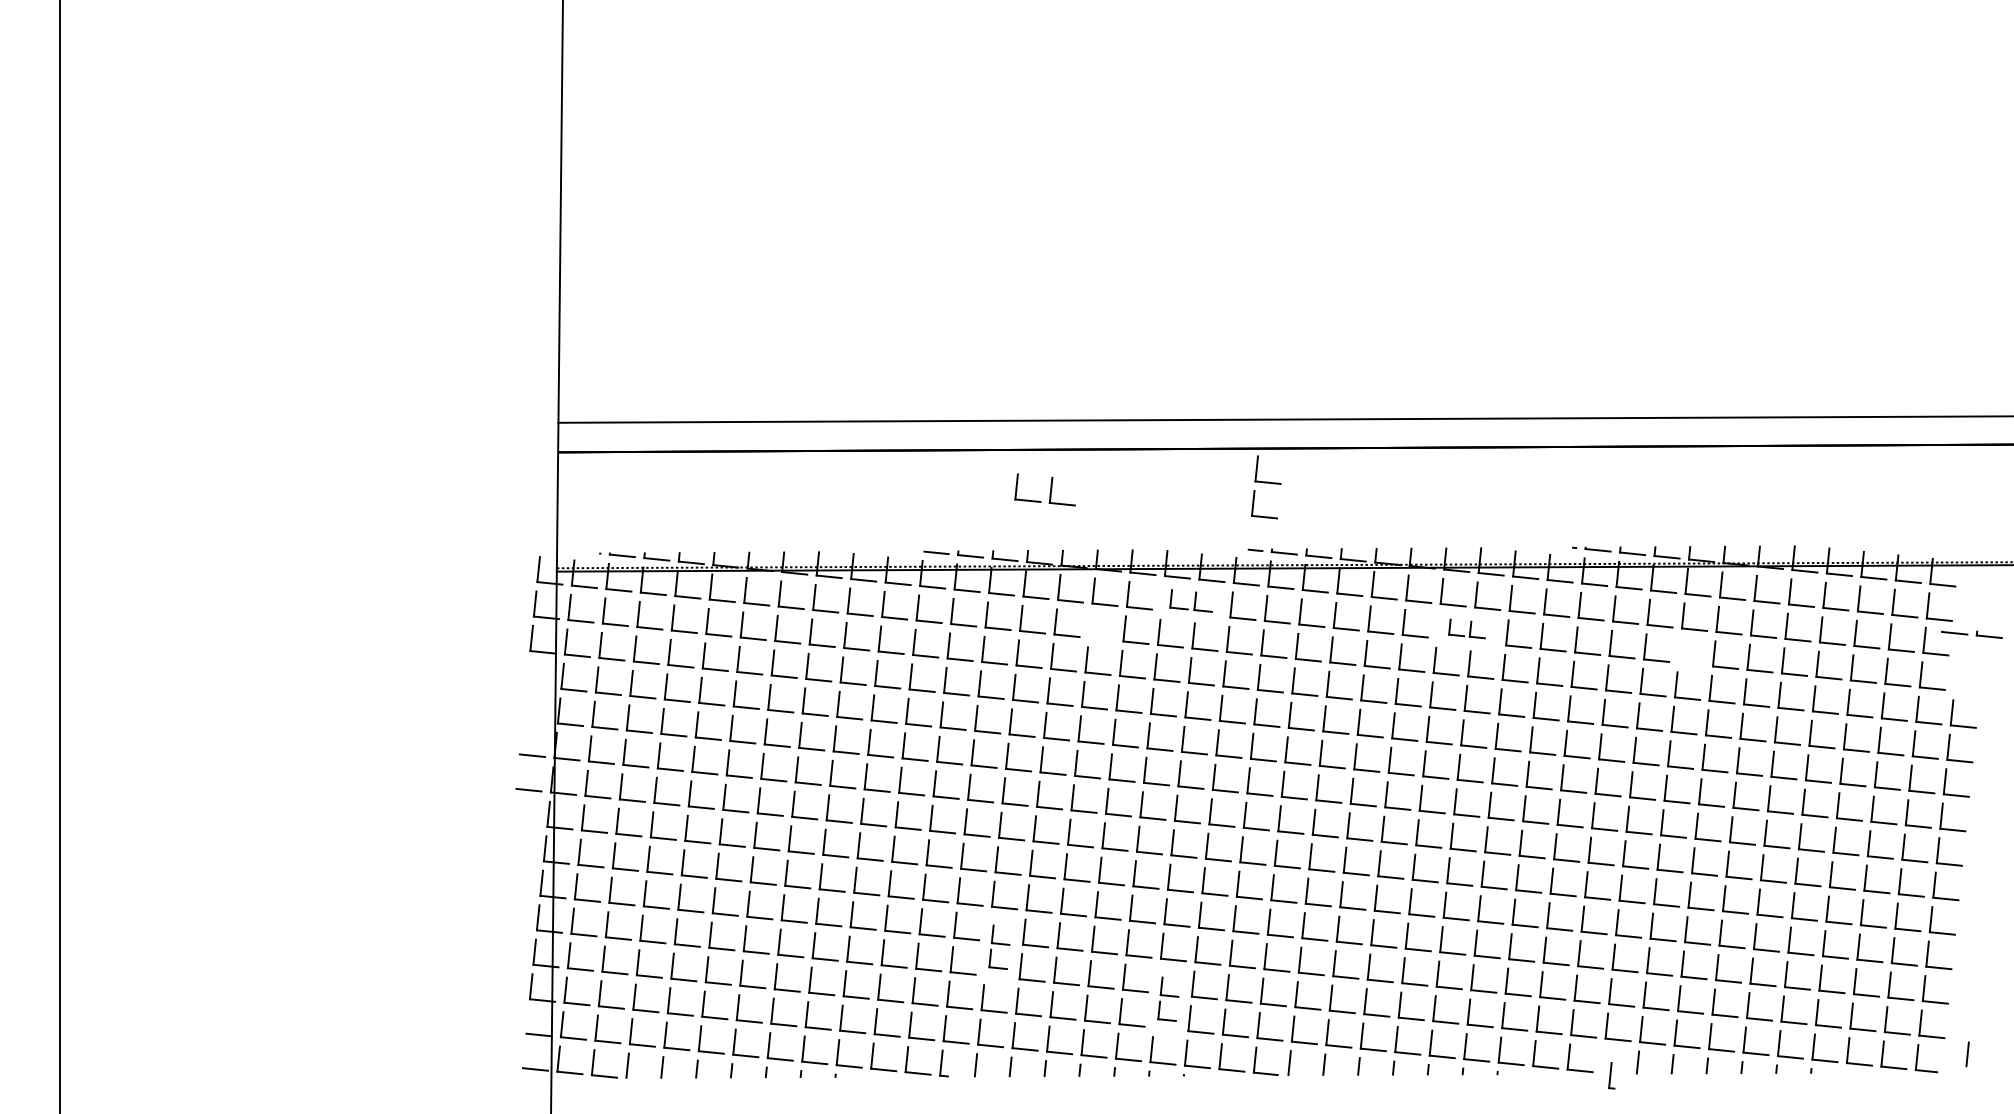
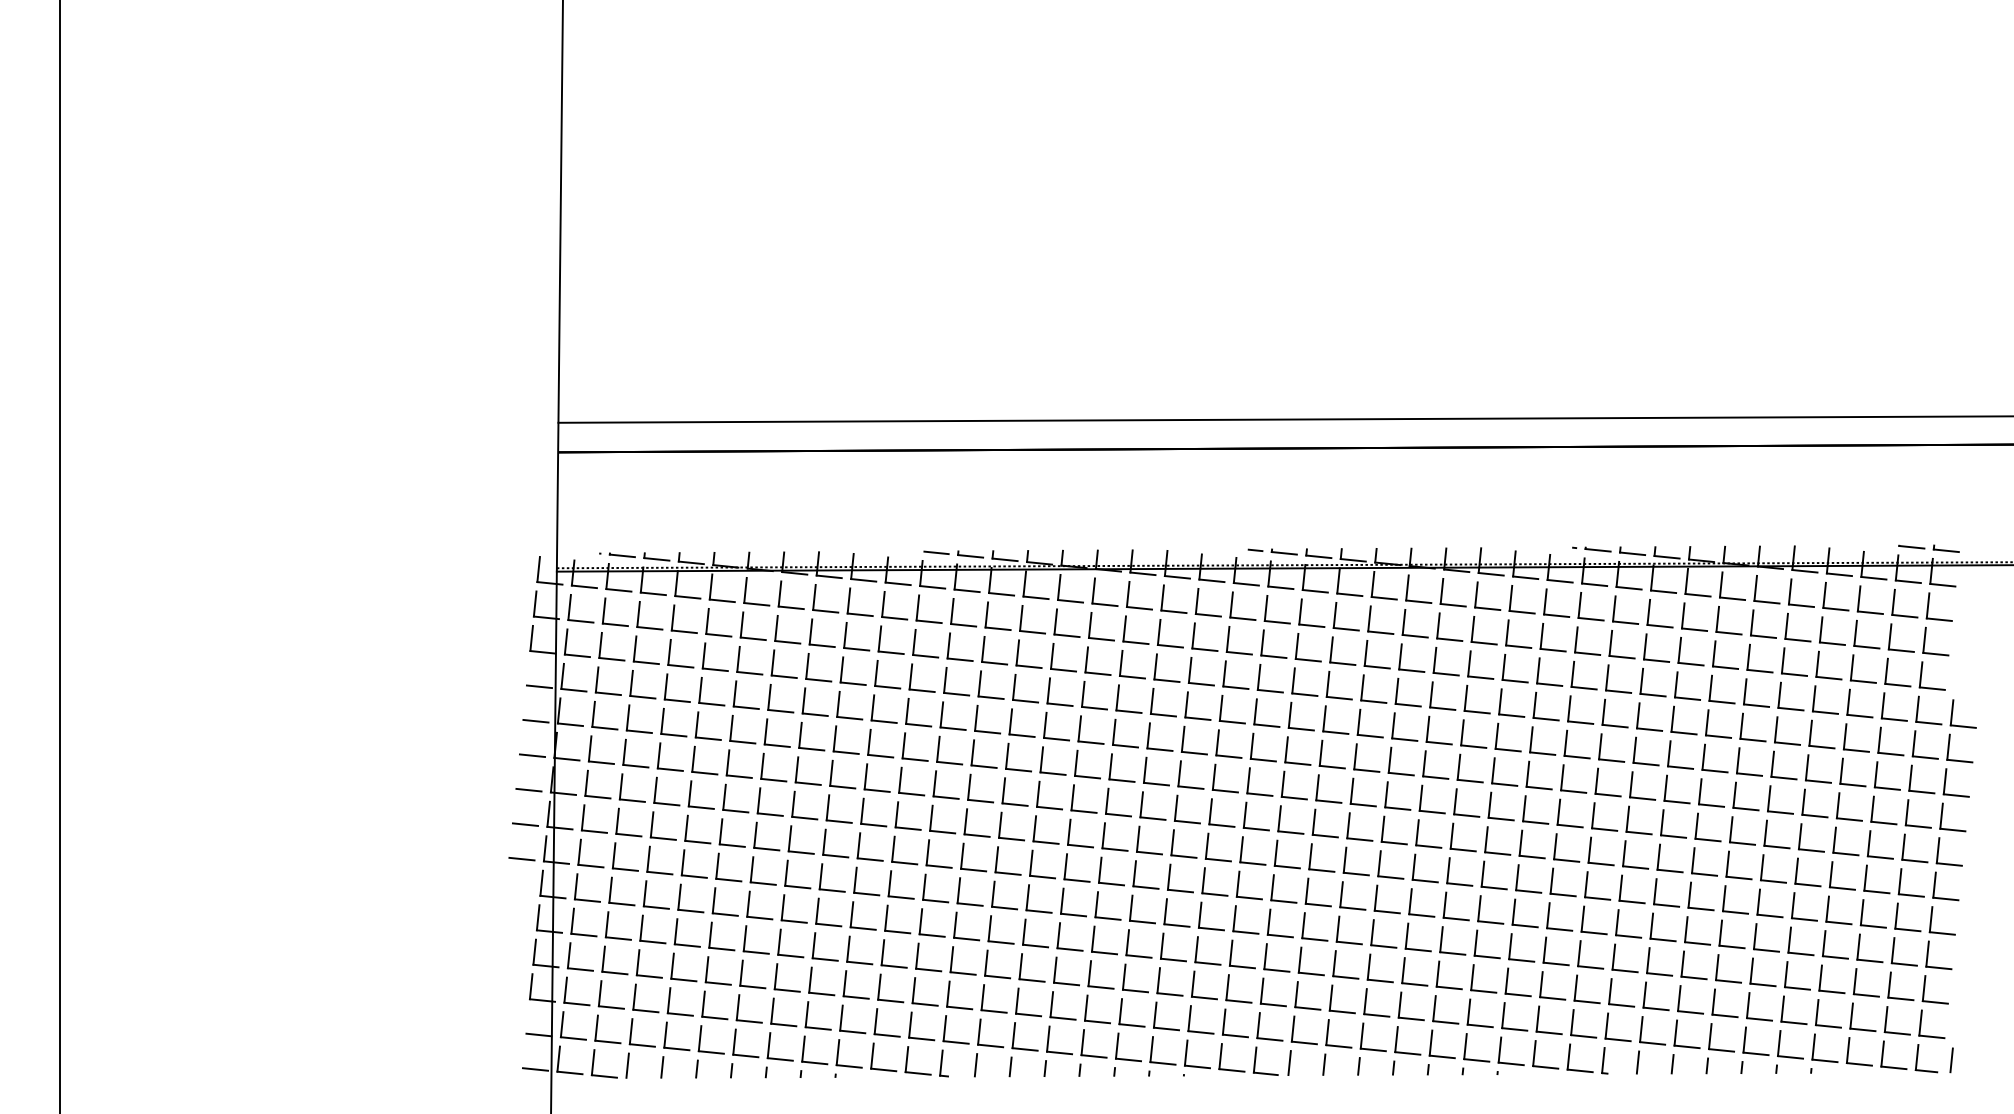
part at (1266, 487): present -> none
part at (1044, 489): present -> none
part at (1190, 600) size: 44x24 px -> 62x34 px
part at (1091, 625): none -> present
part at (1466, 628) size: 38x22 px -> 62x34 px
part at (1971, 634) position: (1971, 634) -> (1928, 548)
part at (1680, 651): none -> present
line at (538, 686): none -> present
line at (535, 720): none -> present
line at (525, 824): none -> present
line at (521, 858): none -> present
part at (999, 946) size: 23x46 px -> 31x65 px
part at (1168, 998) size: 23x46 px -> 31x65 px
line at (1967, 1054) position: (1967, 1054) -> (1951, 1060)
part at (1611, 1075) position: (1611, 1075) -> (1604, 1060)
